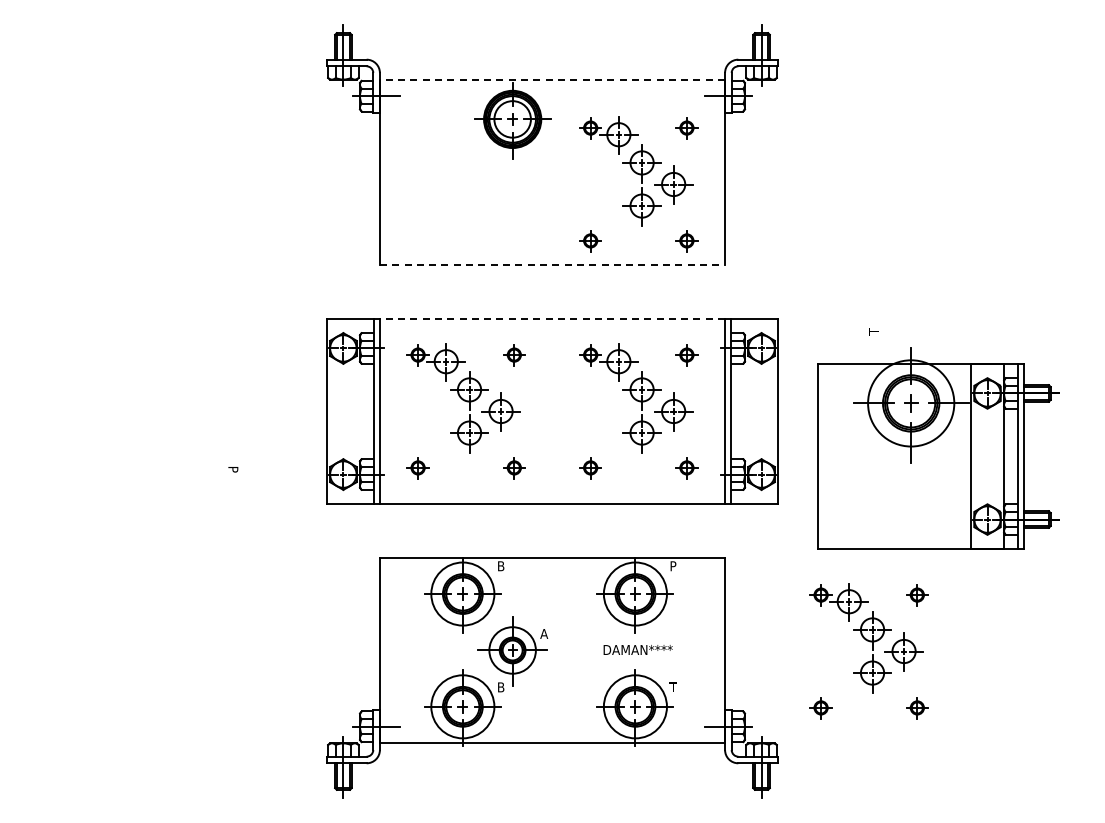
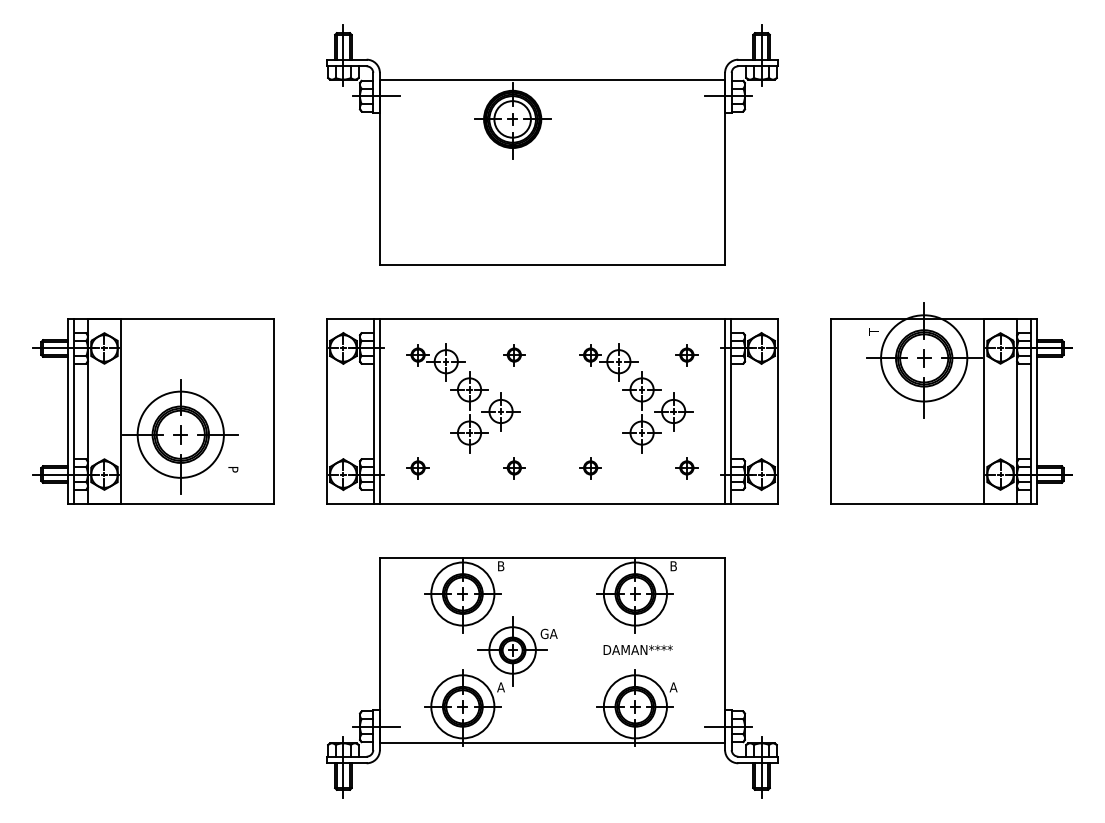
line at (552, 79): dashed -> solid
part at (638, 184): present -> none
line at (552, 265): dashed -> solid
line at (552, 318): dashed -> solid
part at (153, 411): none -> present
part at (938, 448) position: (938, 448) -> (951, 403)
text at (673, 566): P -> B
text at (548, 633): A -> GA
part at (868, 651): present -> none
text at (500, 687): B -> A
text at (673, 687): T -> A
